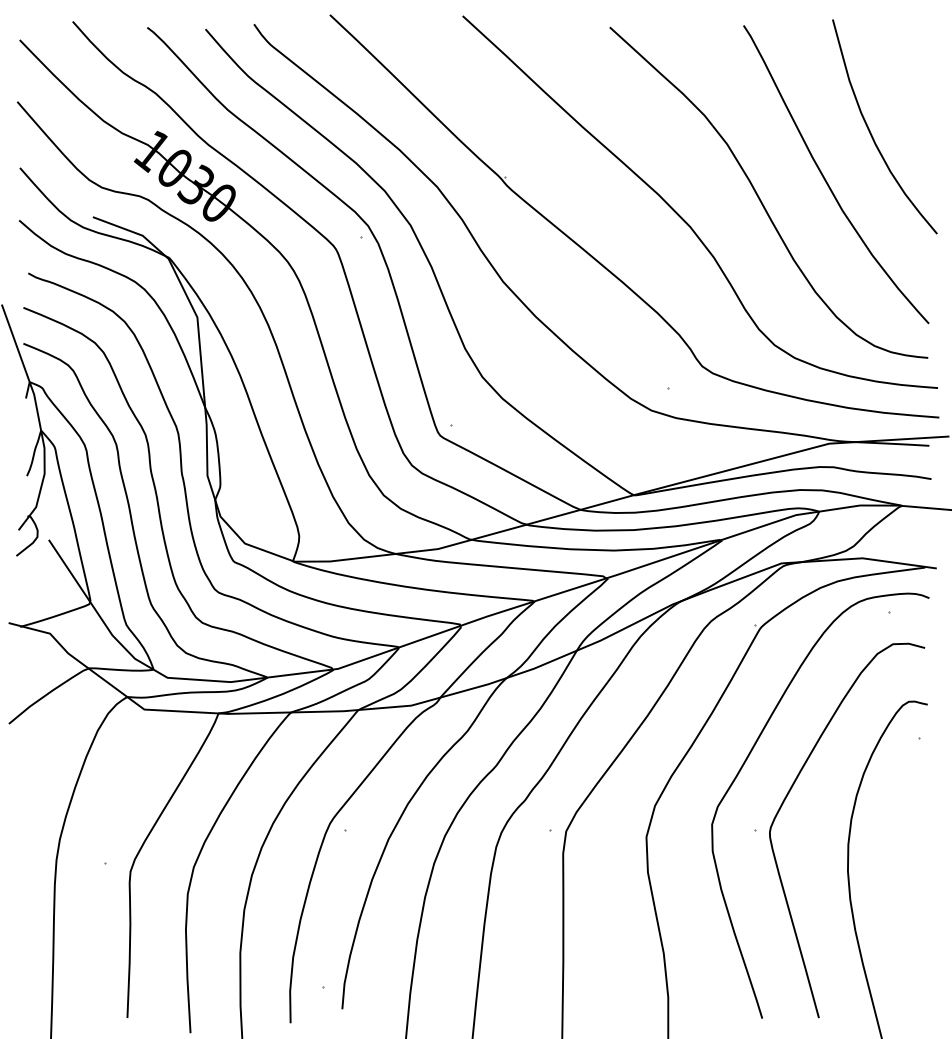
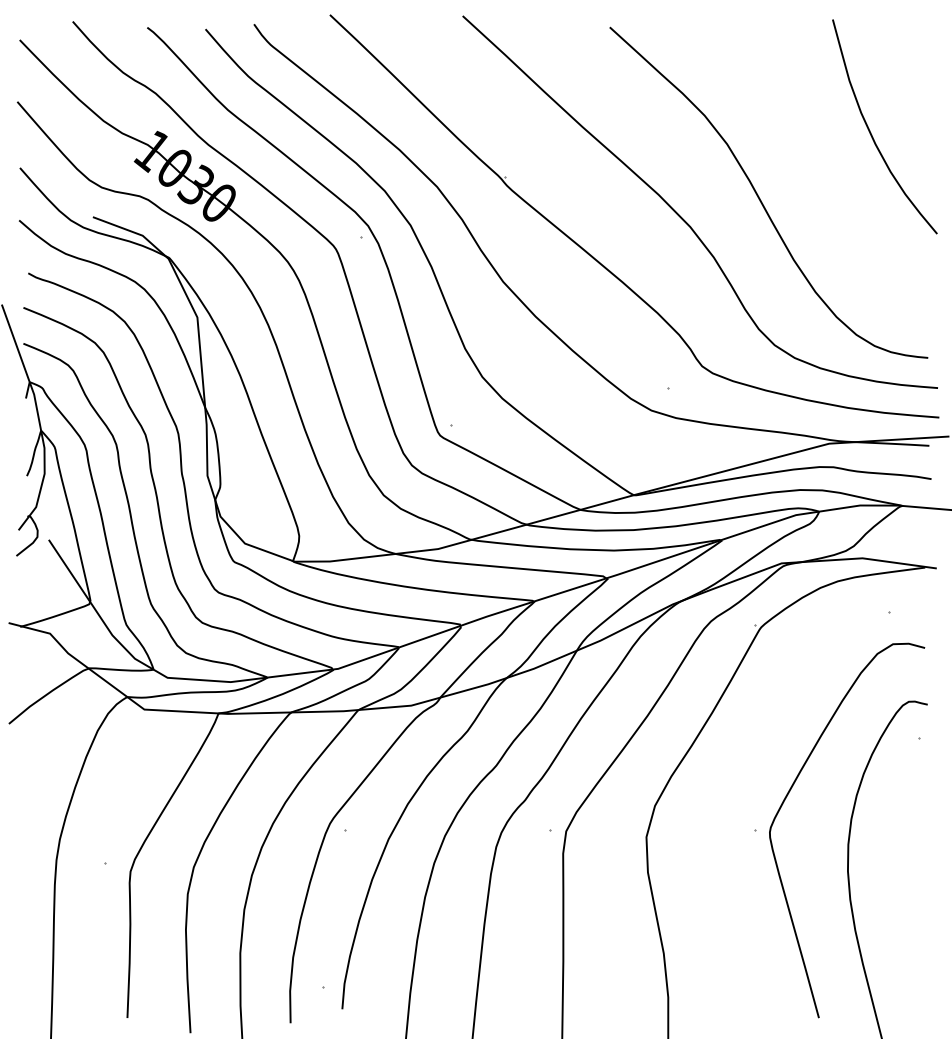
curve at (827, 181): present -> none
curve at (745, 763): present -> none
